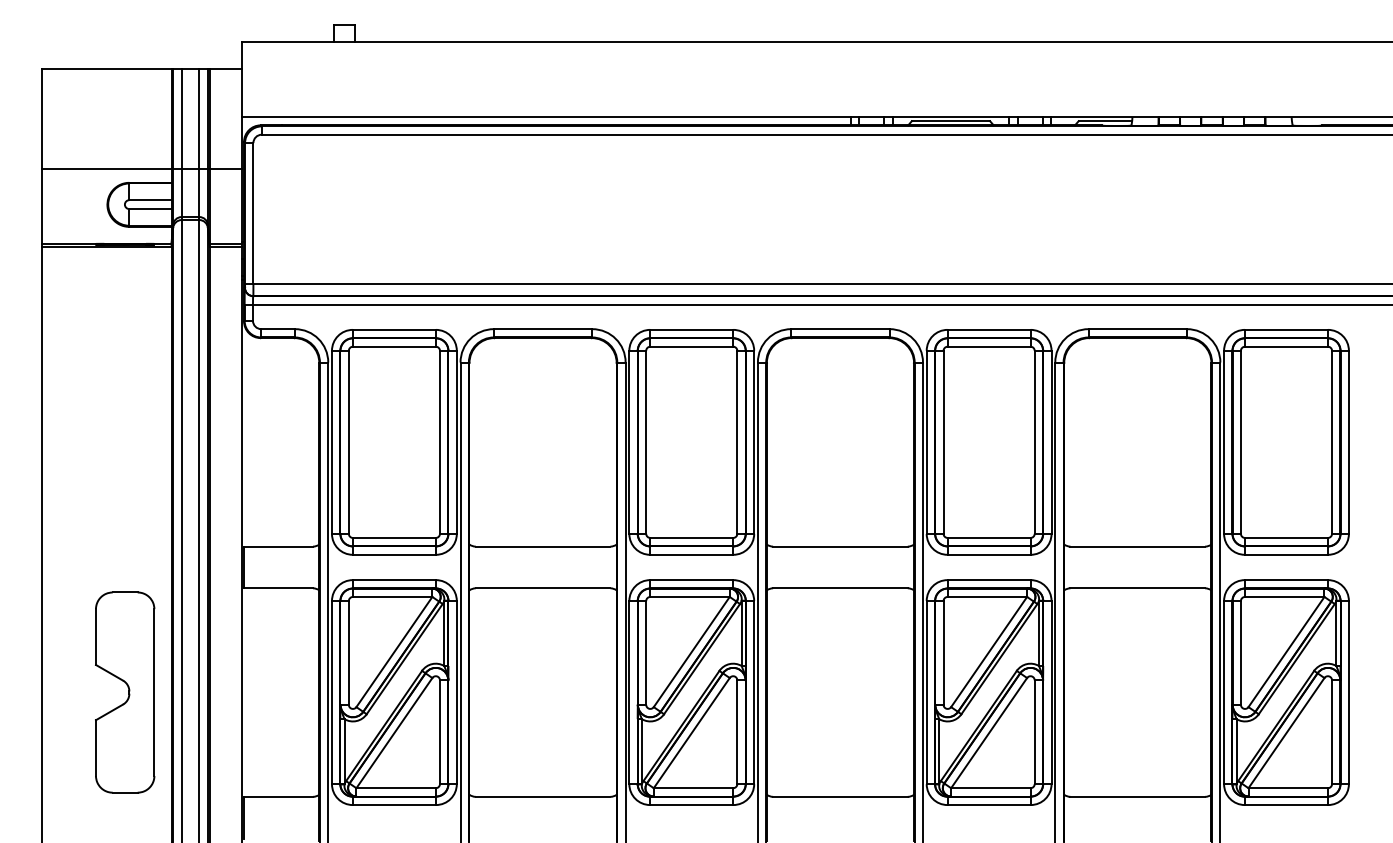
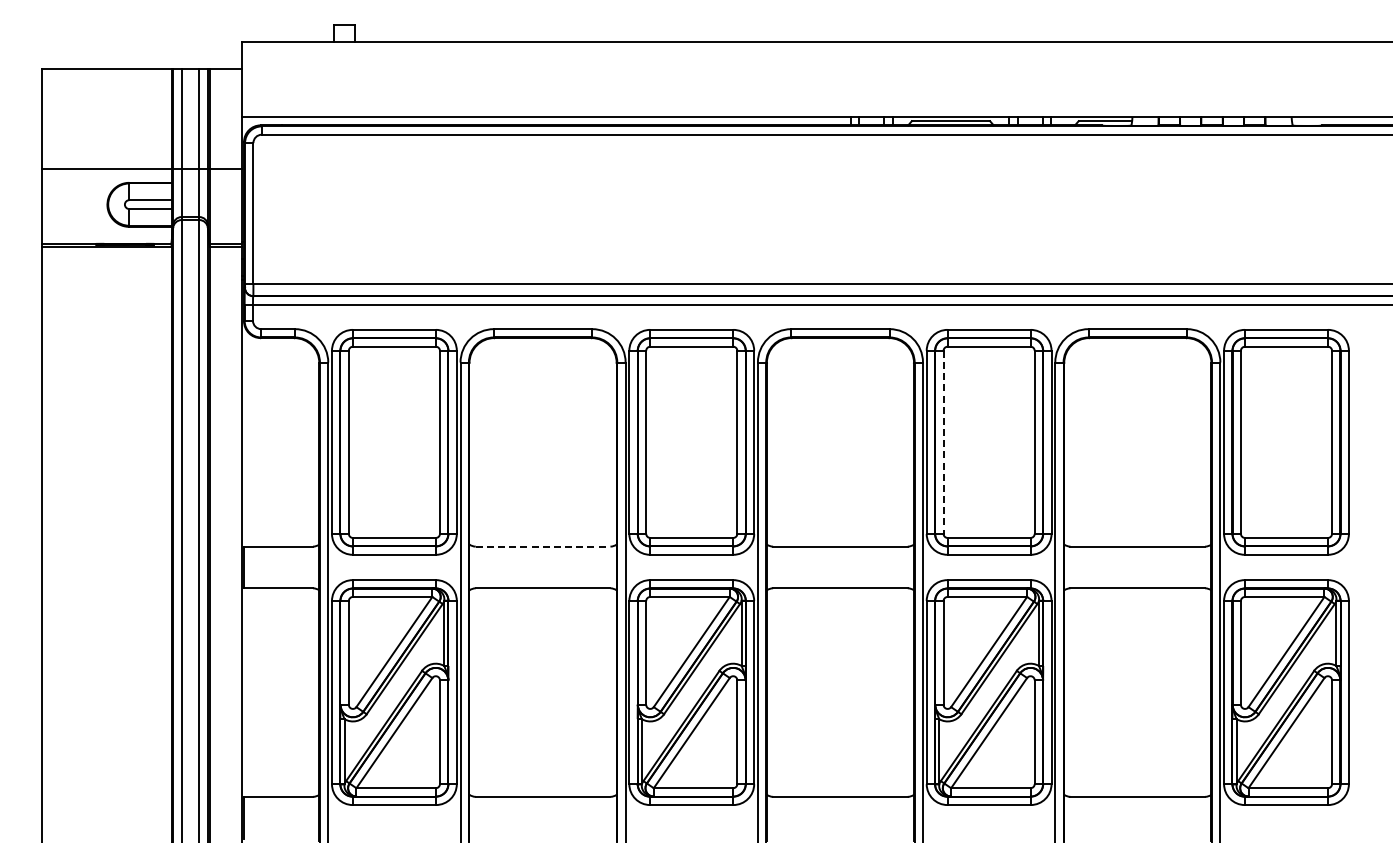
line at (943, 442): solid -> dashed
line at (543, 546): solid -> dashed
part at (125, 692): present -> none
